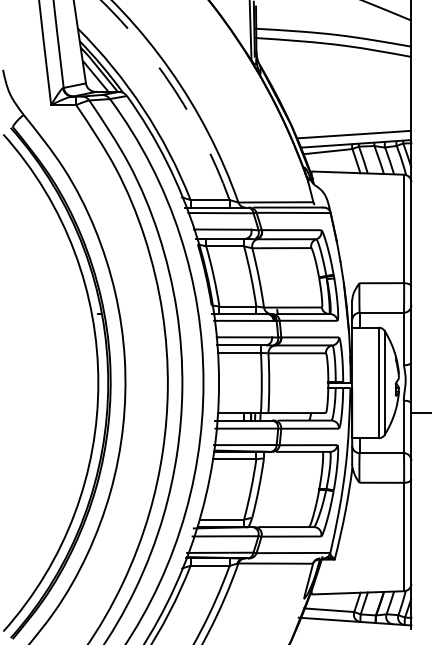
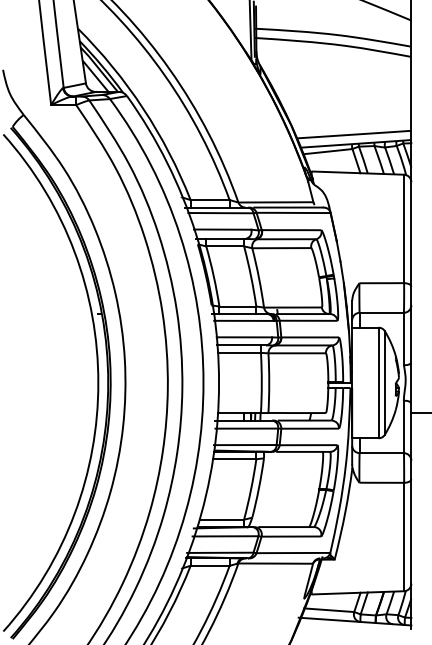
arc at (176, 92): dashed -> solid
